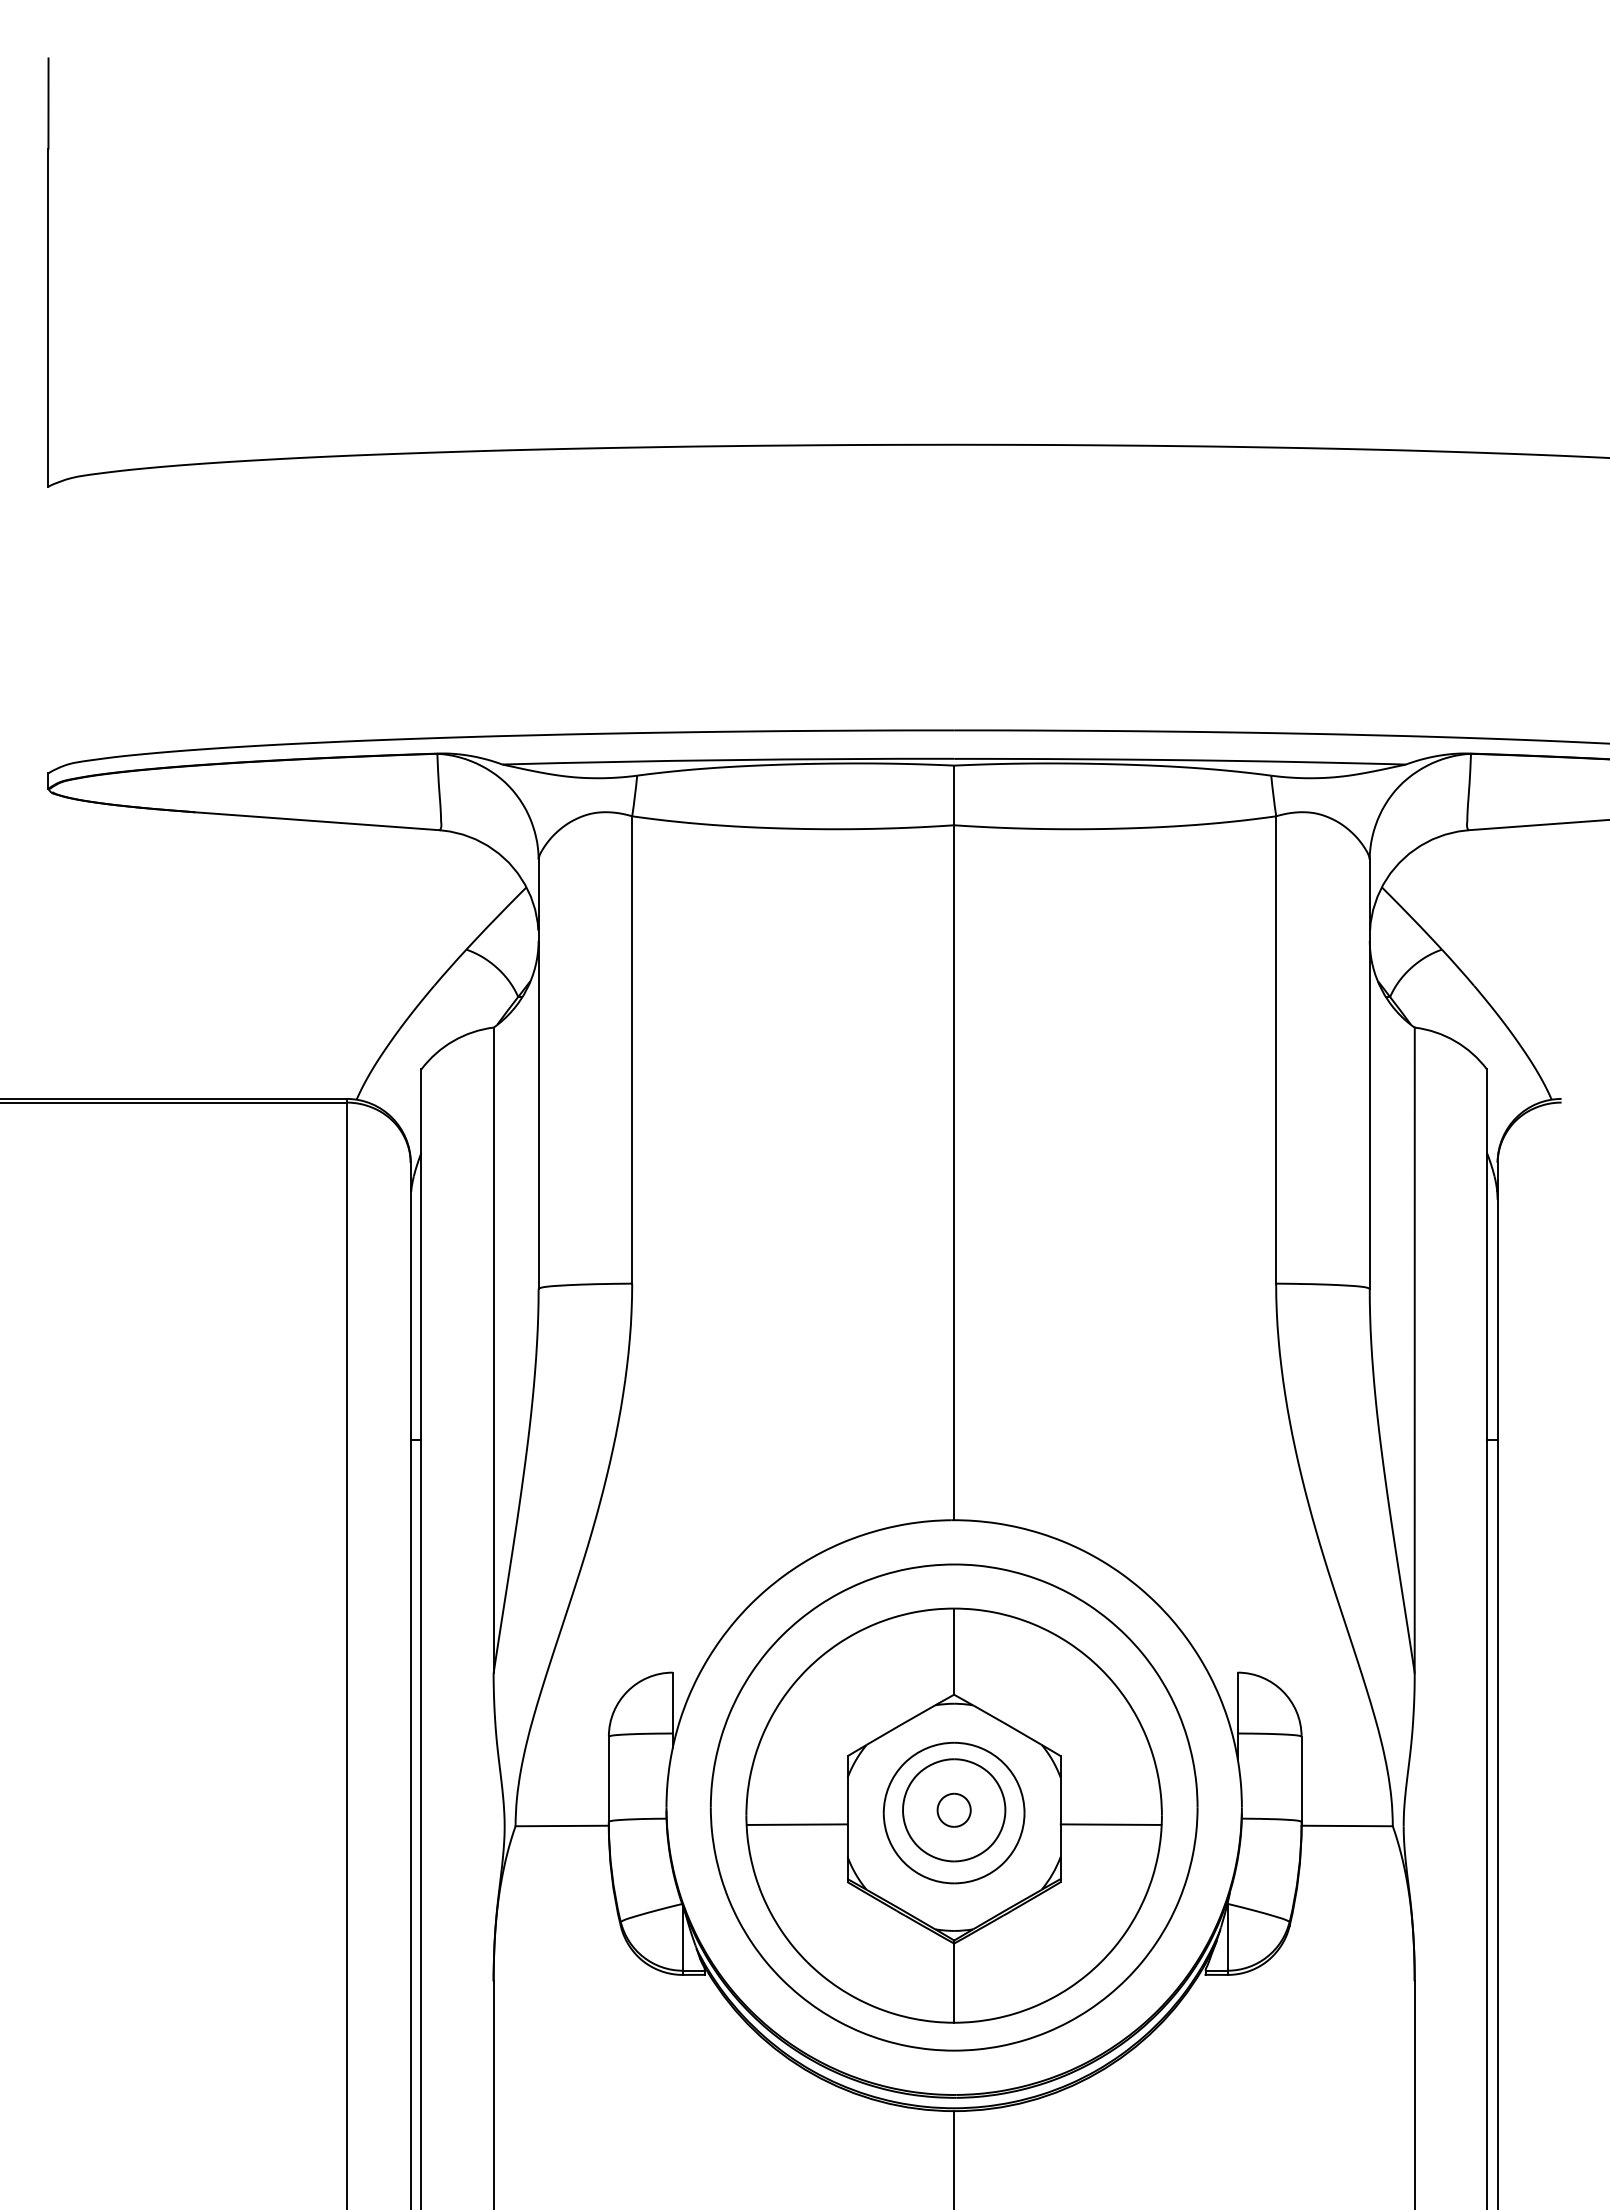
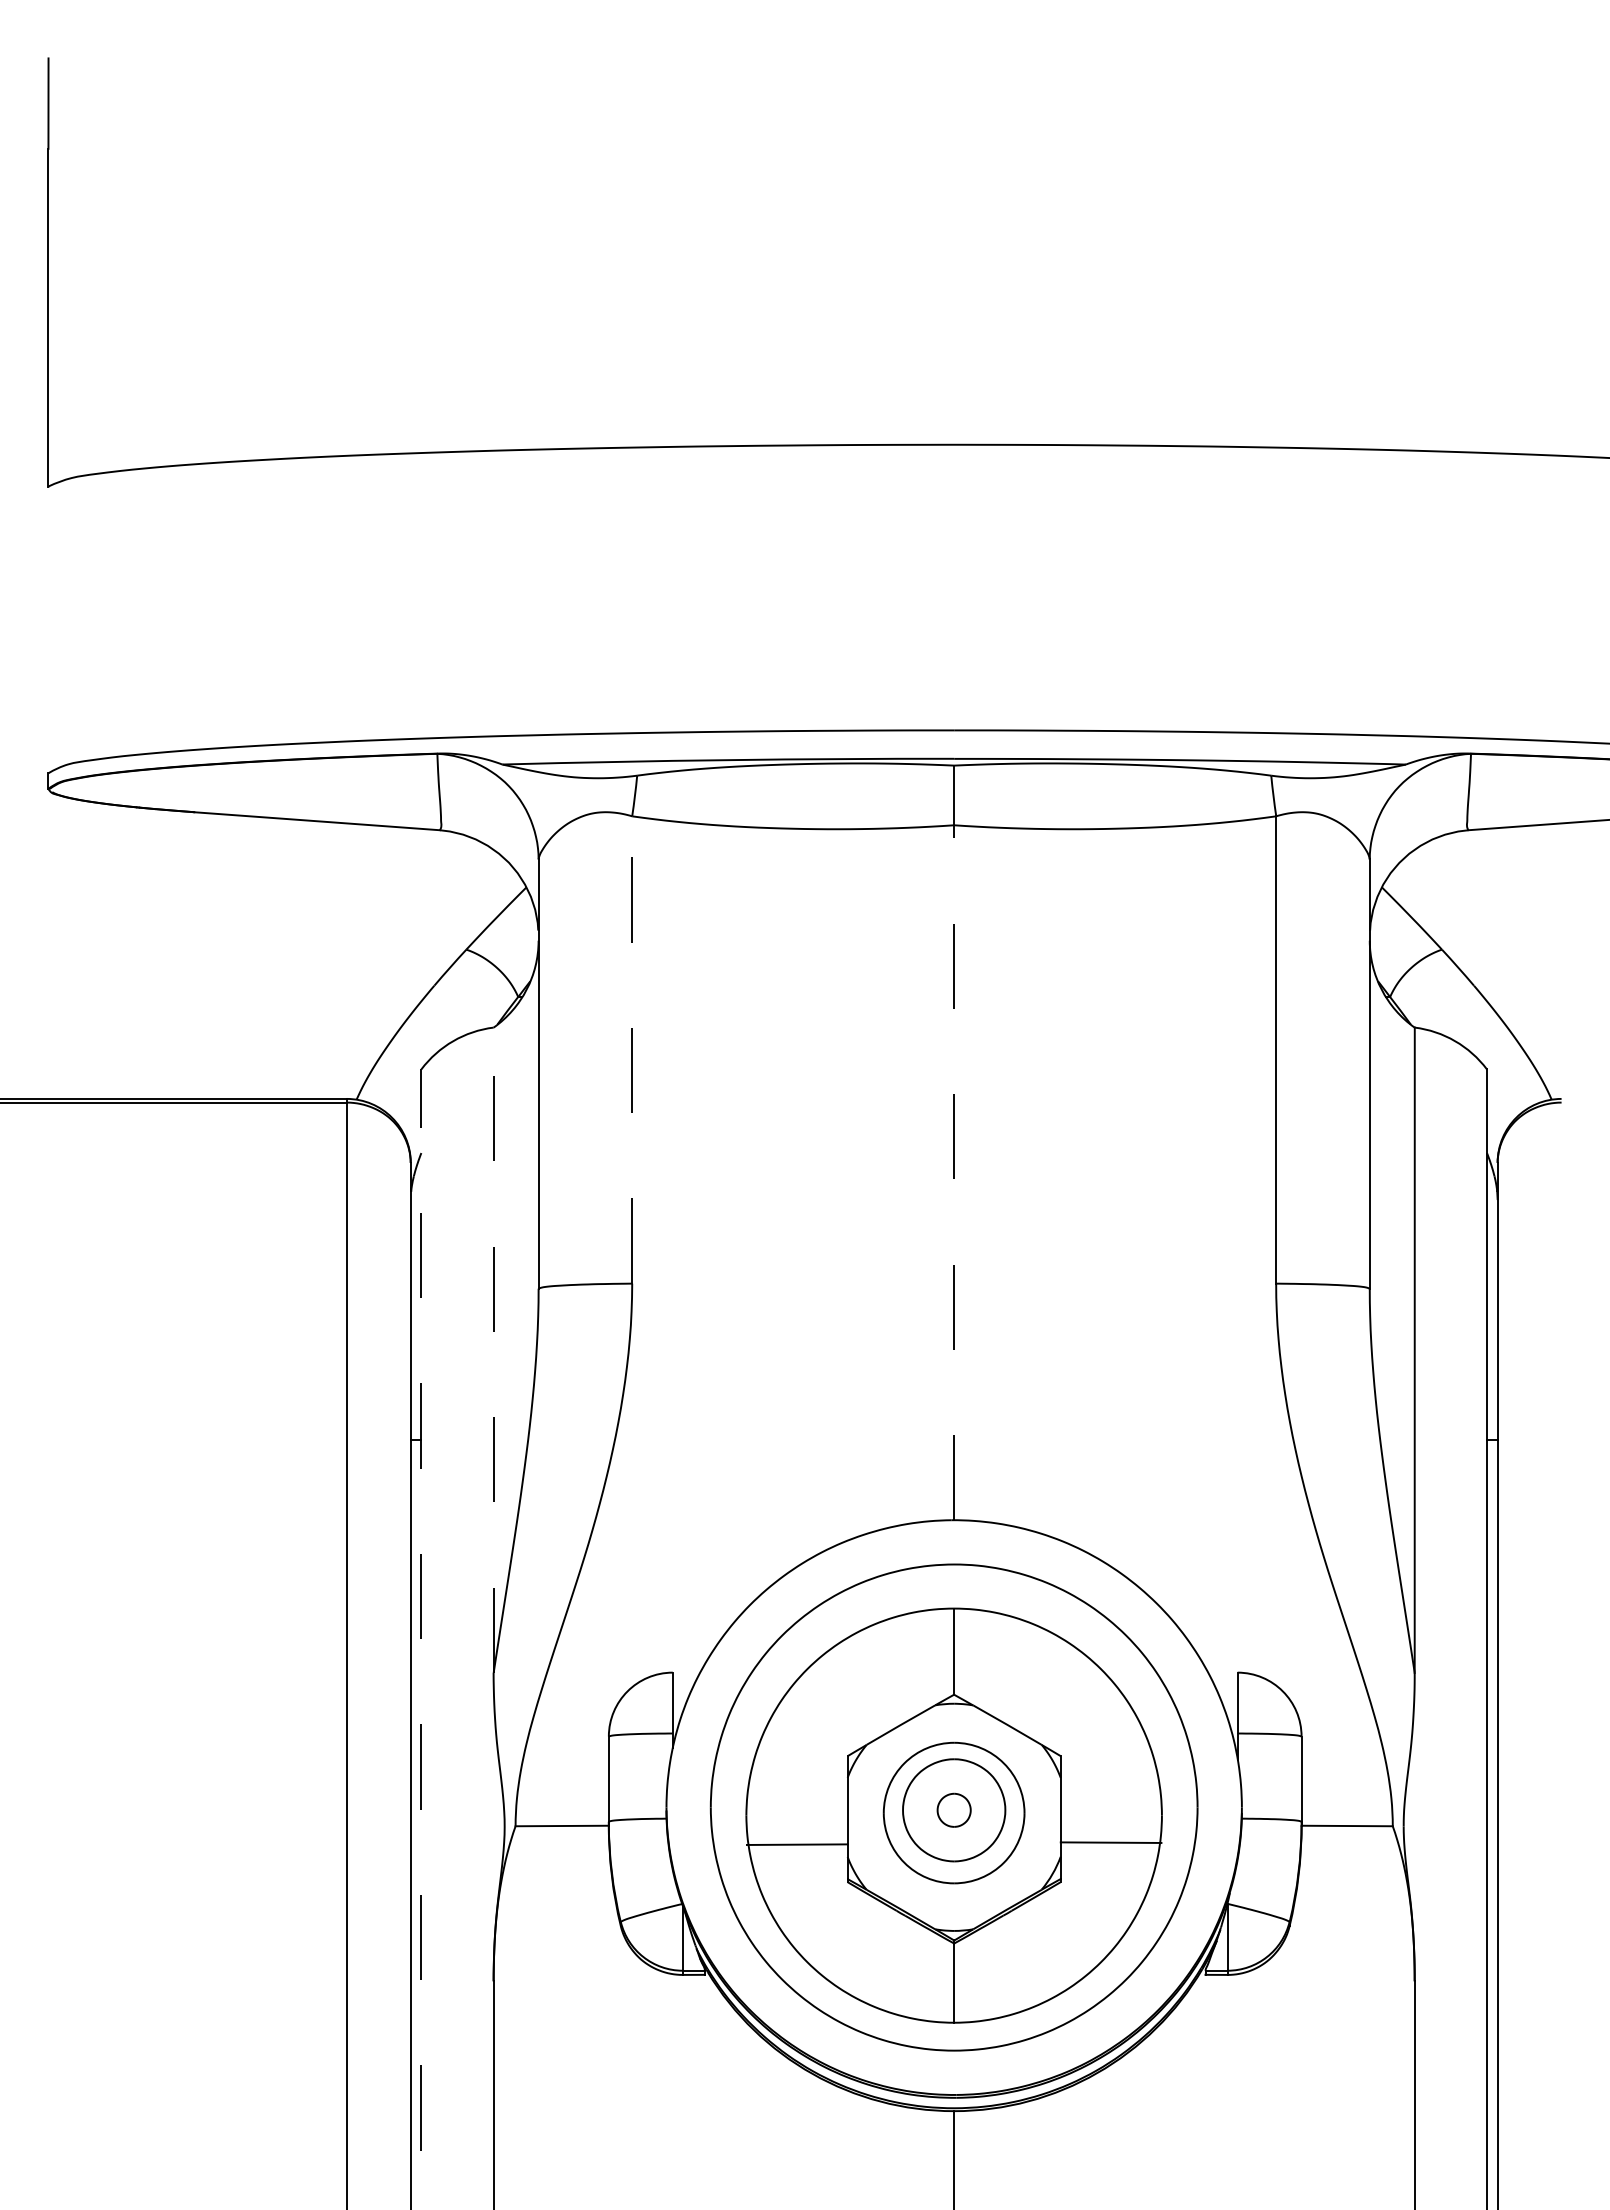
line at (632, 1050): solid -> dashed
line at (954, 1172): solid -> dashed
line at (493, 1350): solid -> dashed
line at (421, 1639): solid -> dashed
line at (796, 1824) position: (796, 1824) -> (796, 1844)
line at (1110, 1824) position: (1110, 1824) -> (1110, 1842)
